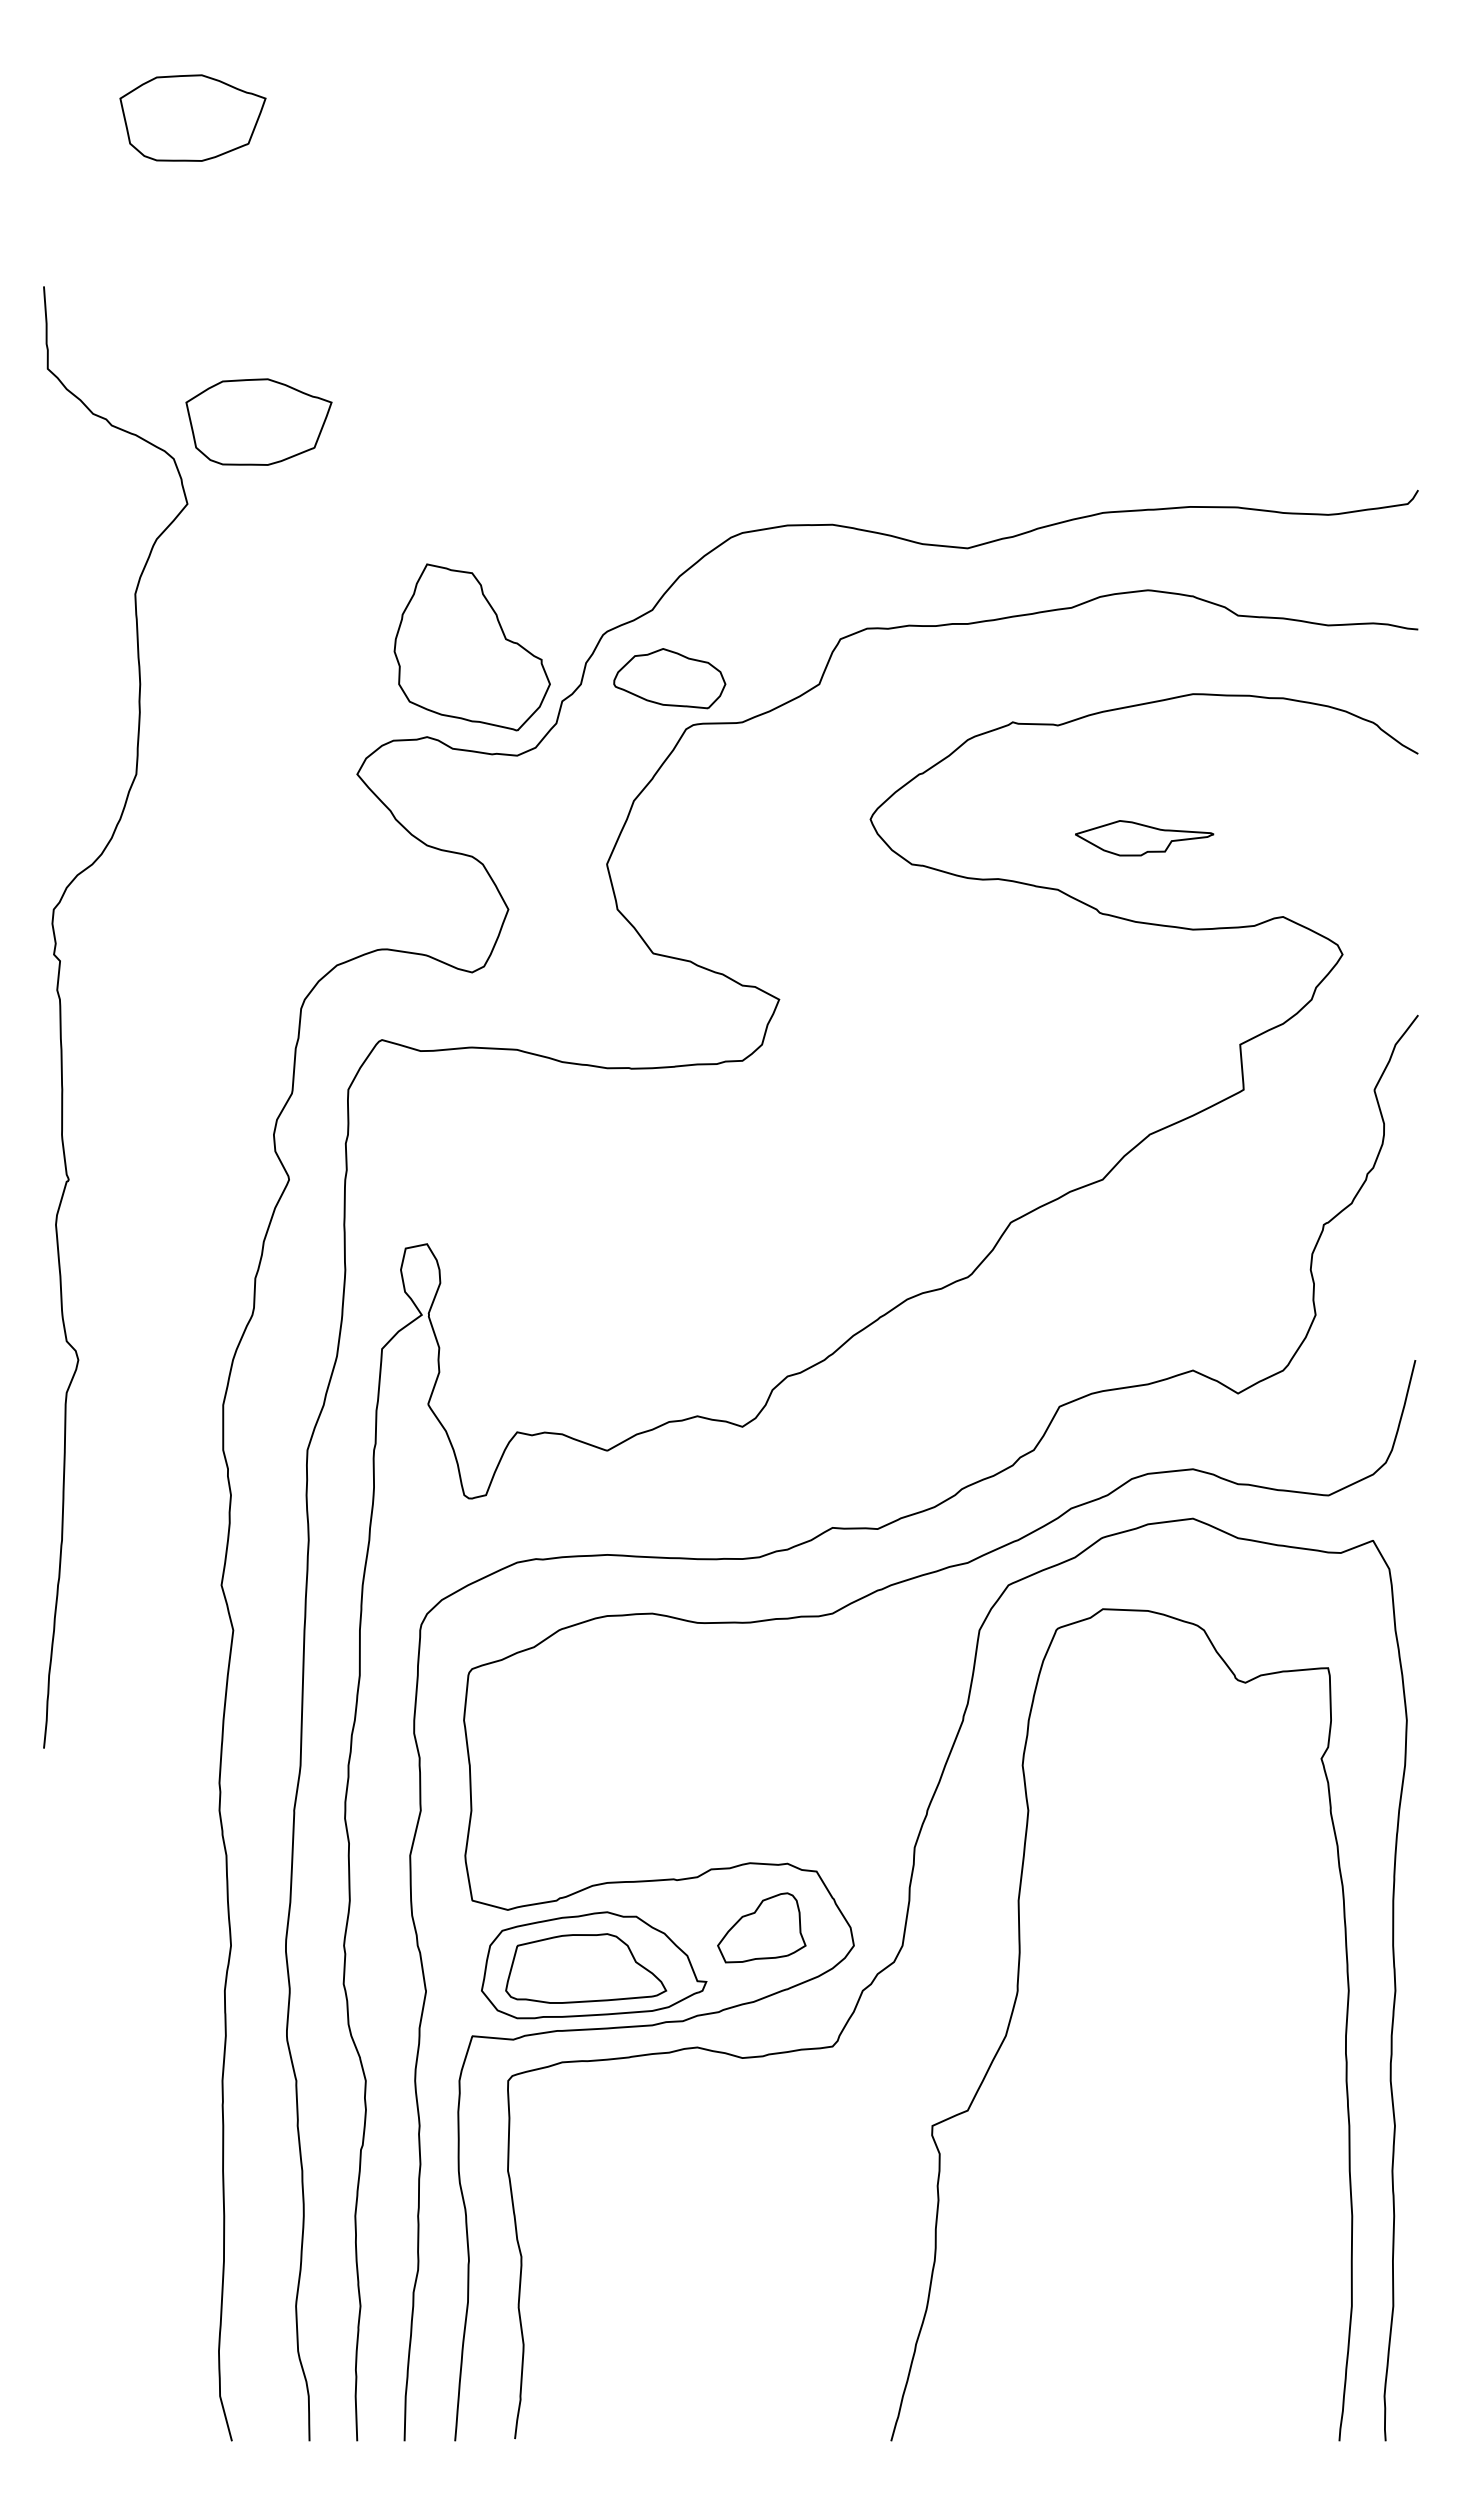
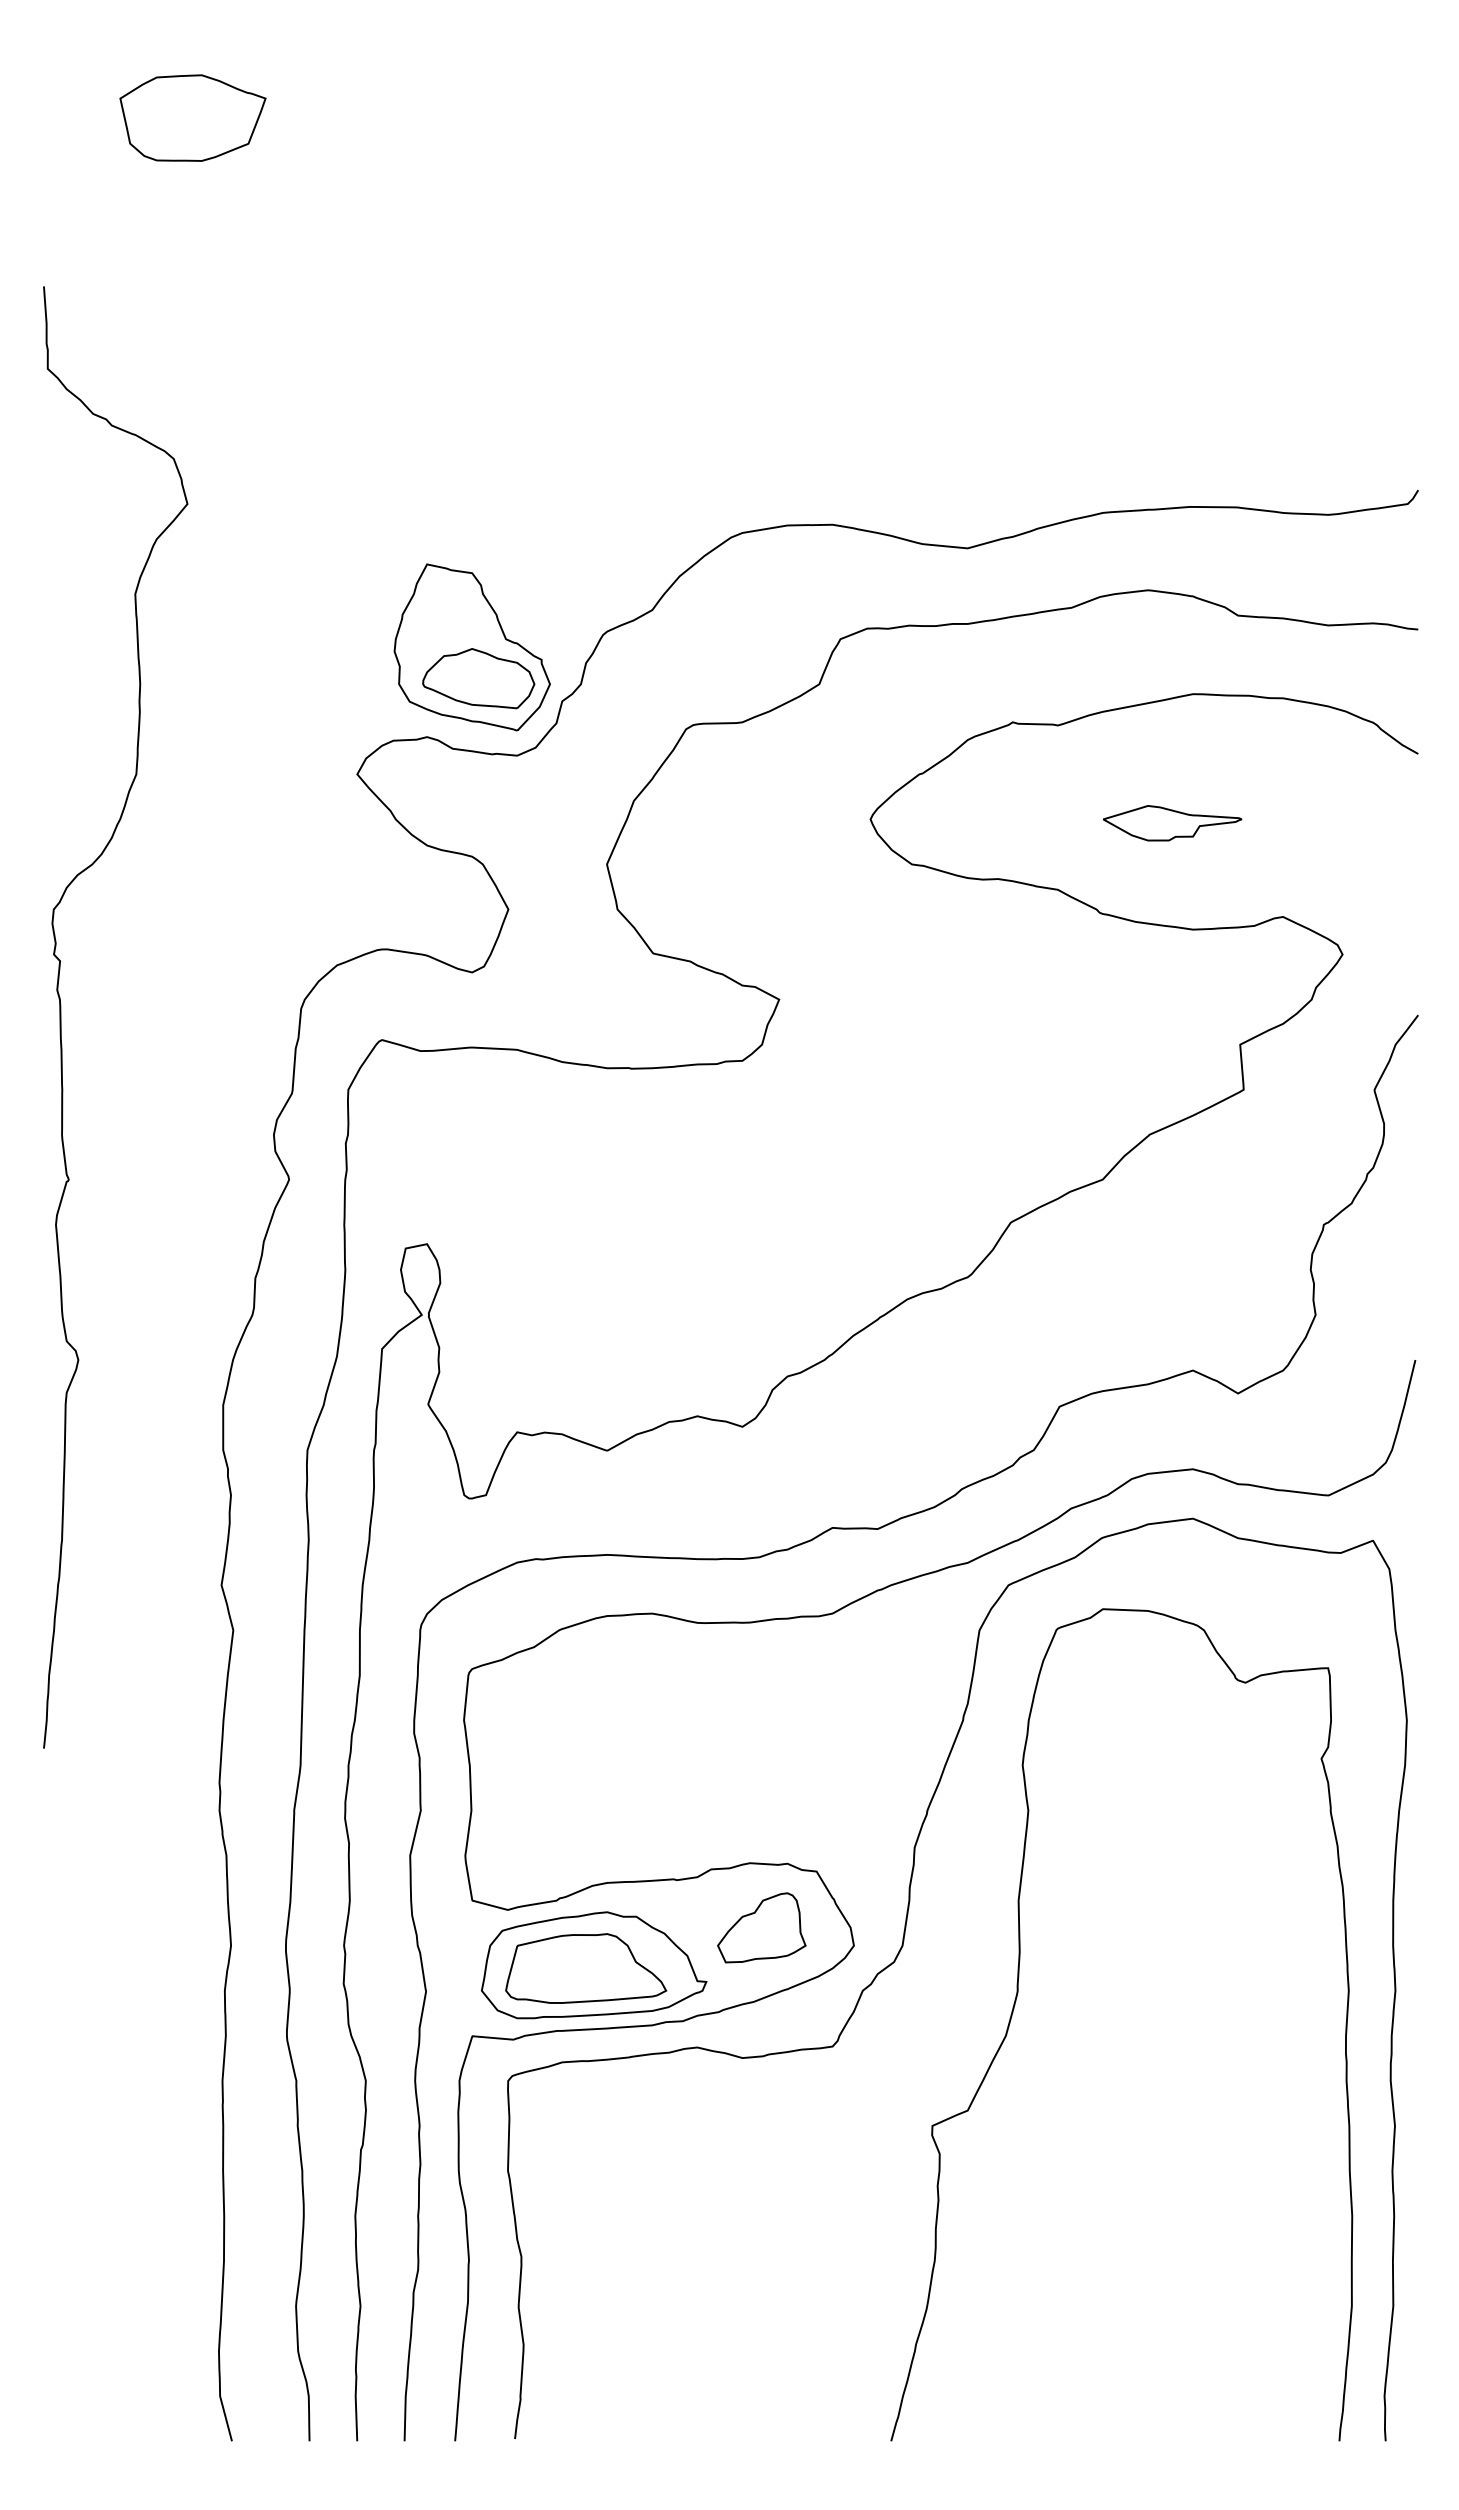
part at (258, 421): present -> none
part at (669, 678) position: (669, 678) -> (478, 678)
part at (1144, 838) position: (1144, 838) -> (1172, 823)
